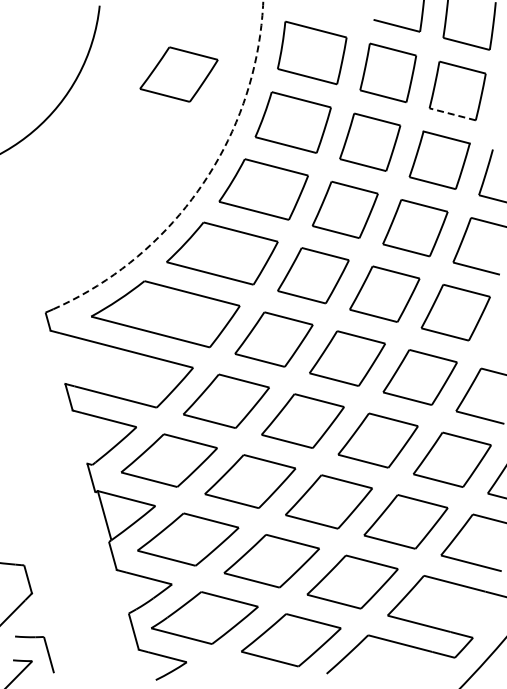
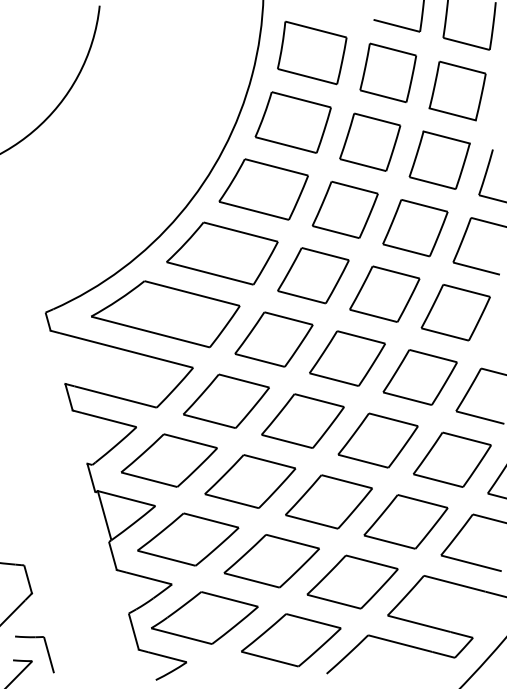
part at (178, 74): present -> none
line at (452, 114): dashed -> solid
arc at (203, 183): dashed -> solid
